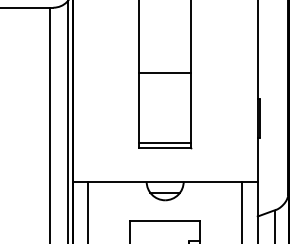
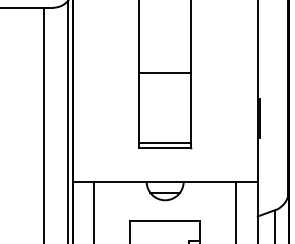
line at (50, 123) position: (50, 123) -> (44, 123)
line at (88, 210) position: (88, 210) -> (94, 210)
line at (242, 210) position: (242, 210) -> (236, 210)
